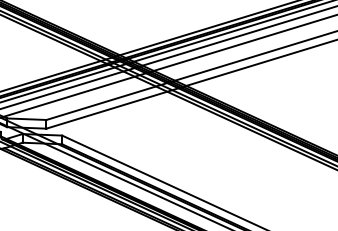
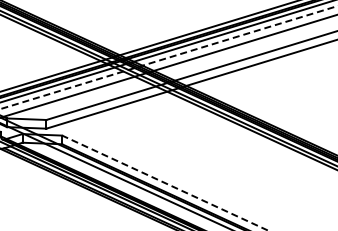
line at (168, 57): solid -> dashed
line at (164, 182): solid -> dashed
